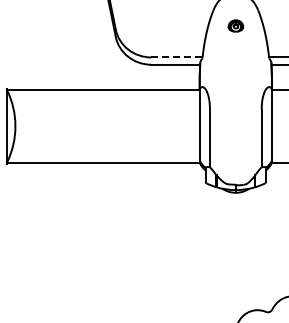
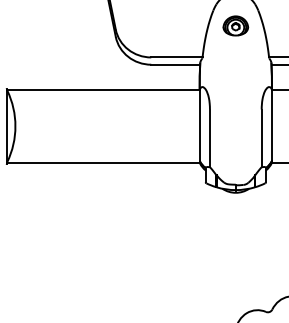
part at (235, 25) size: 18x14 px -> 28x22 px
line at (176, 57): dashed -> solid
